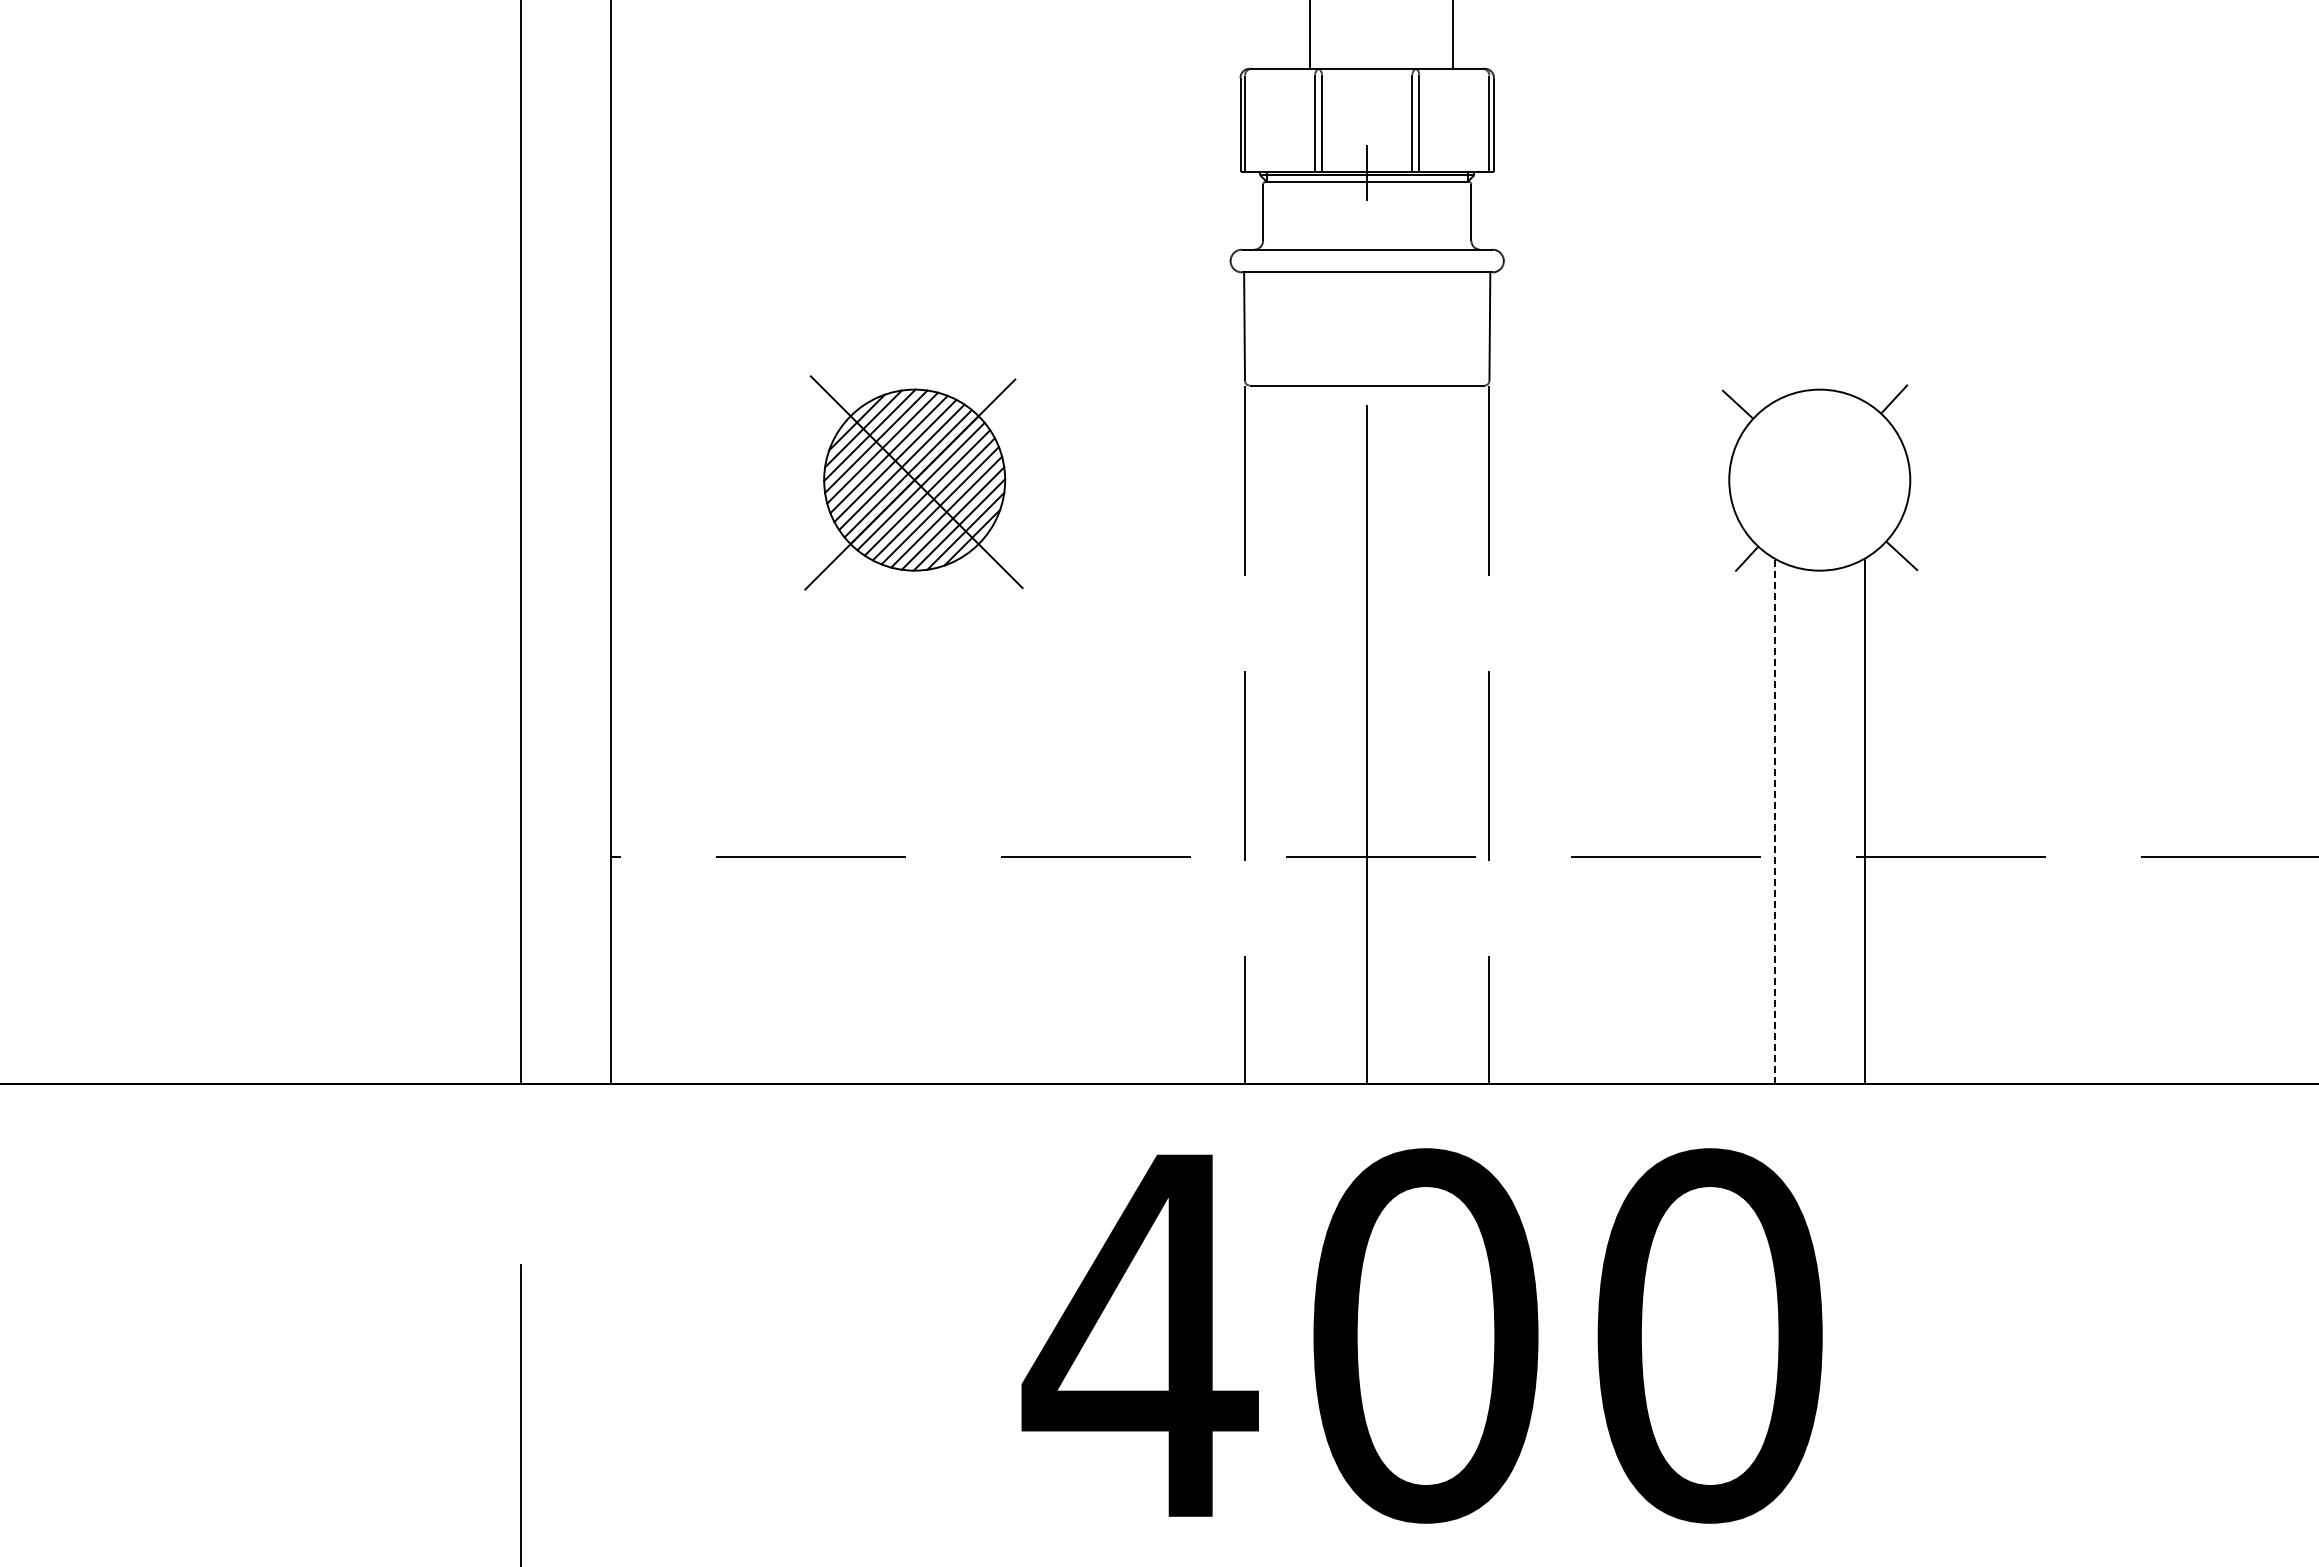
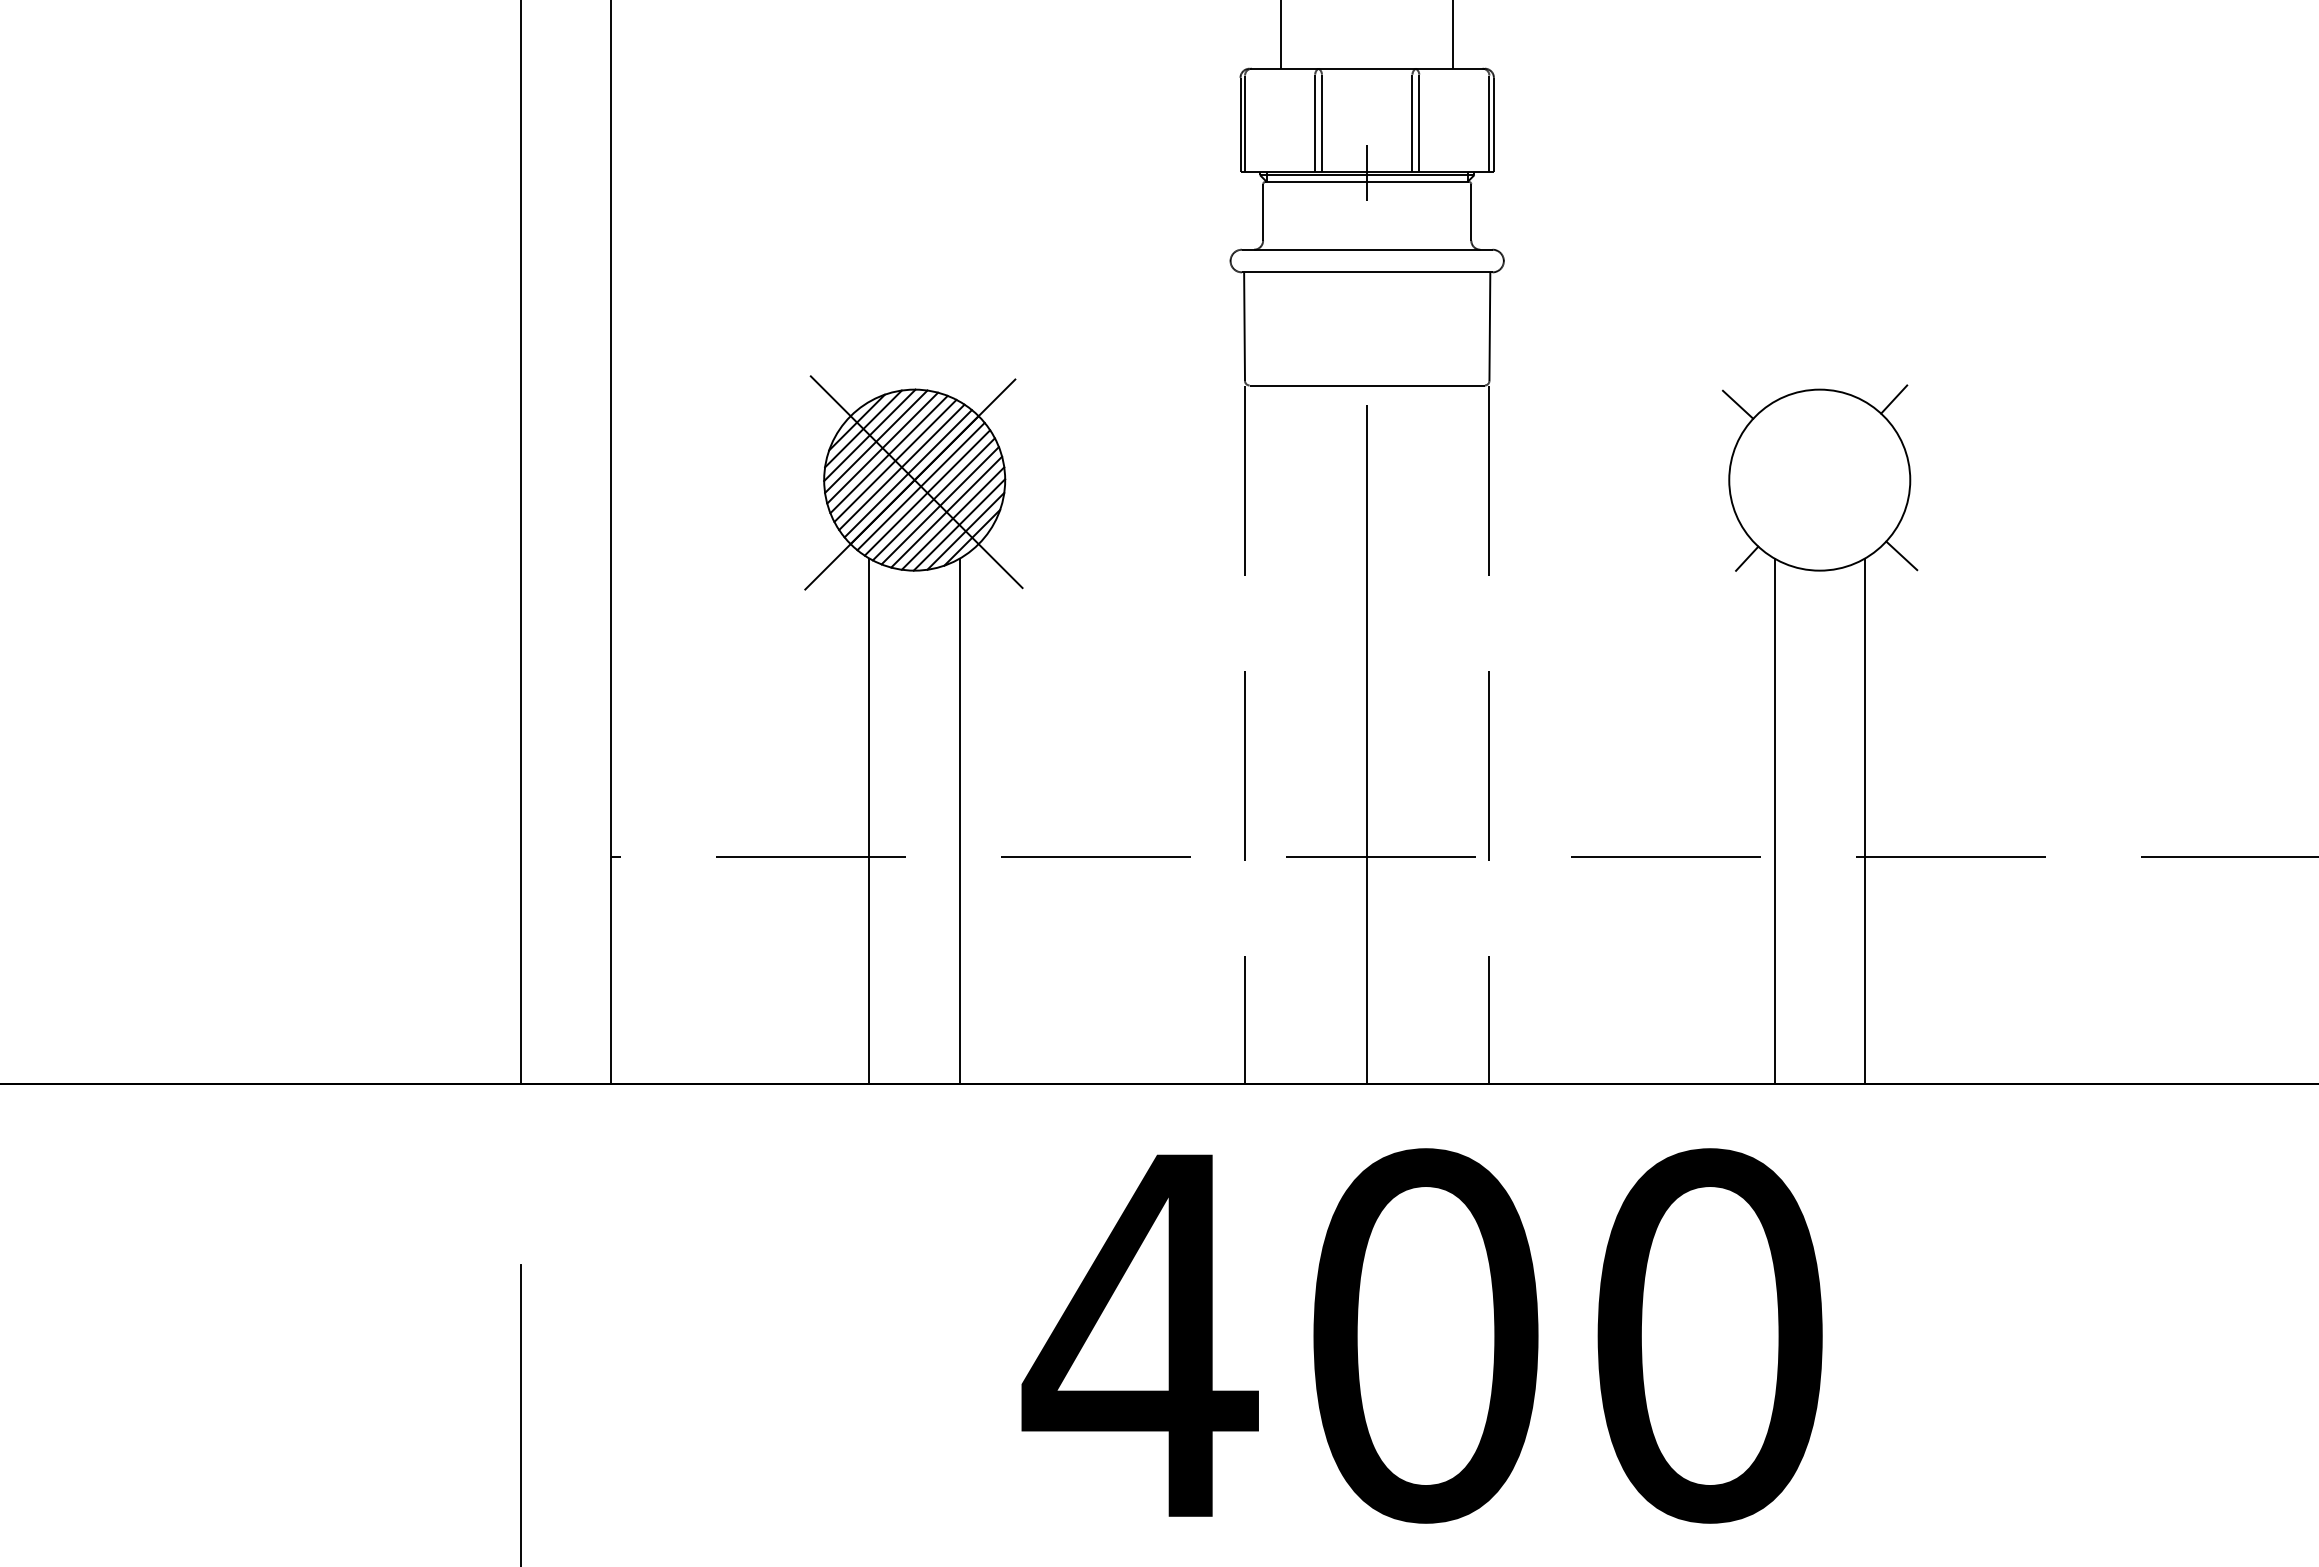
line at (1310, 35) position: (1310, 35) -> (1281, 35)
line at (869, 820): none -> present
line at (959, 820): none -> present
line at (1774, 821): dashed -> solid
